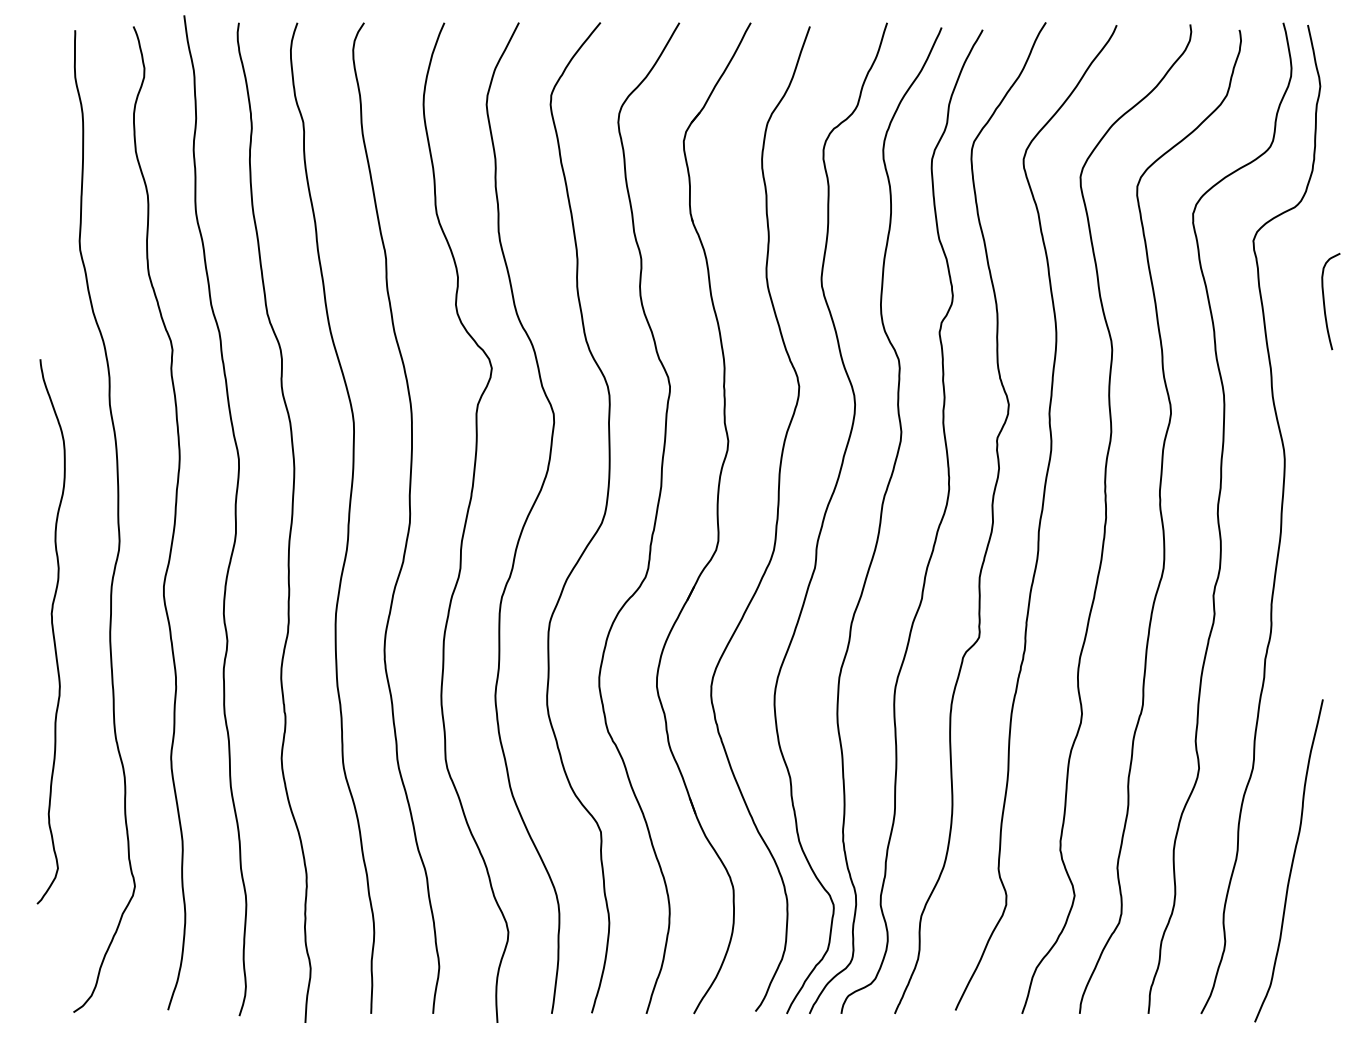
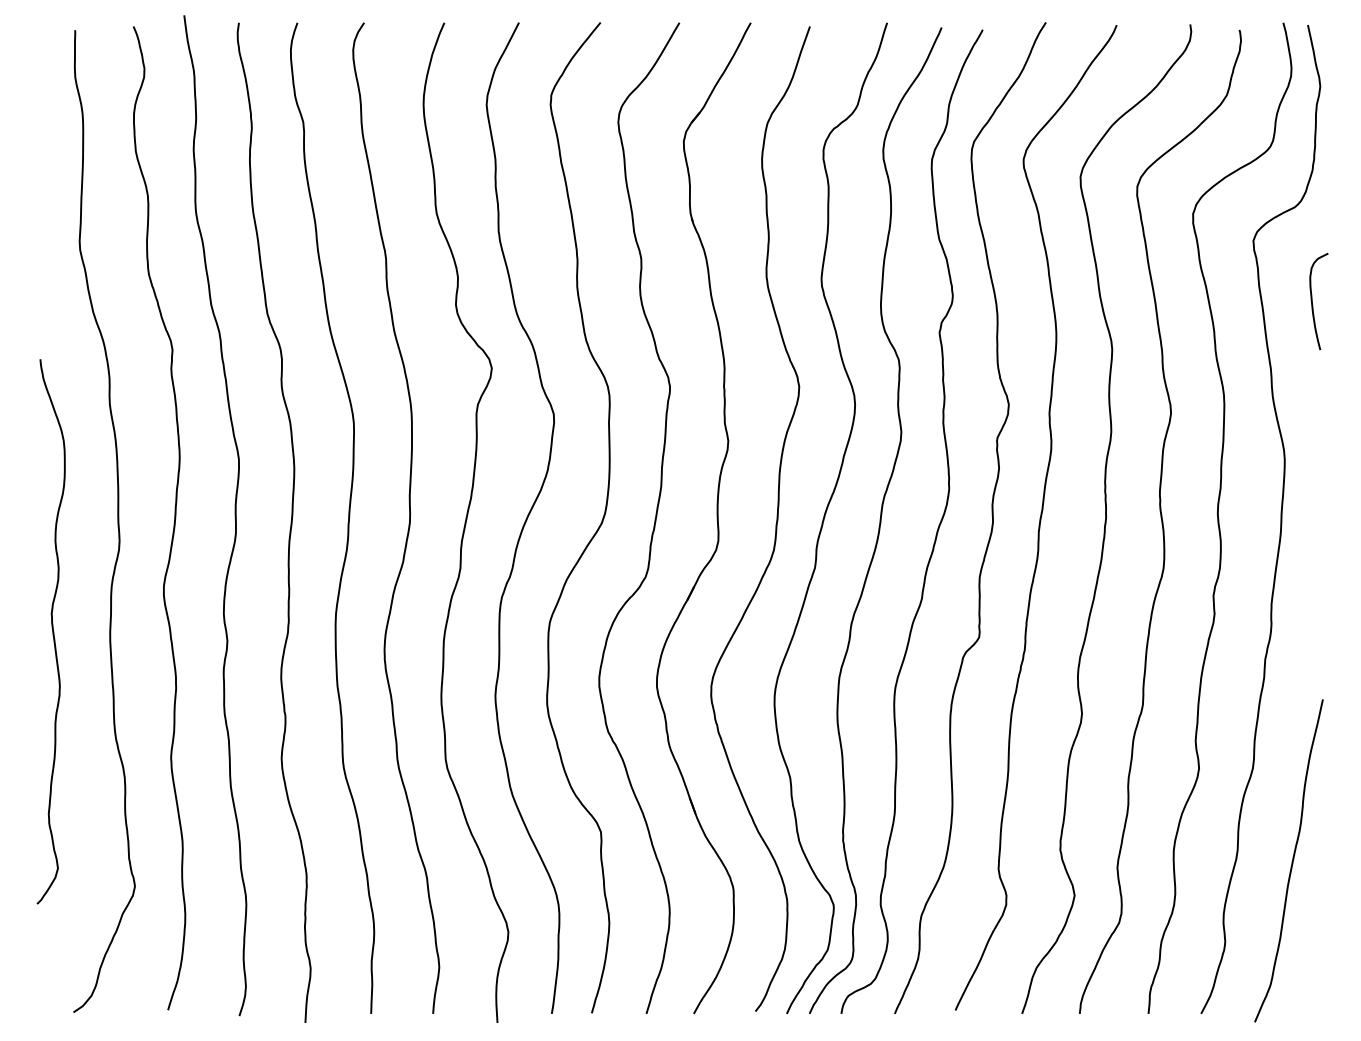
curve at (1324, 301) position: (1324, 301) -> (1312, 301)
